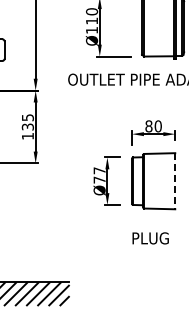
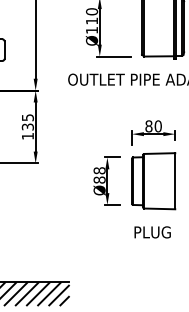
text at (99, 175): Ø77 -> Ø88
line at (175, 181): dashed -> solid
text at (150, 238) position: (150, 238) -> (152, 232)
